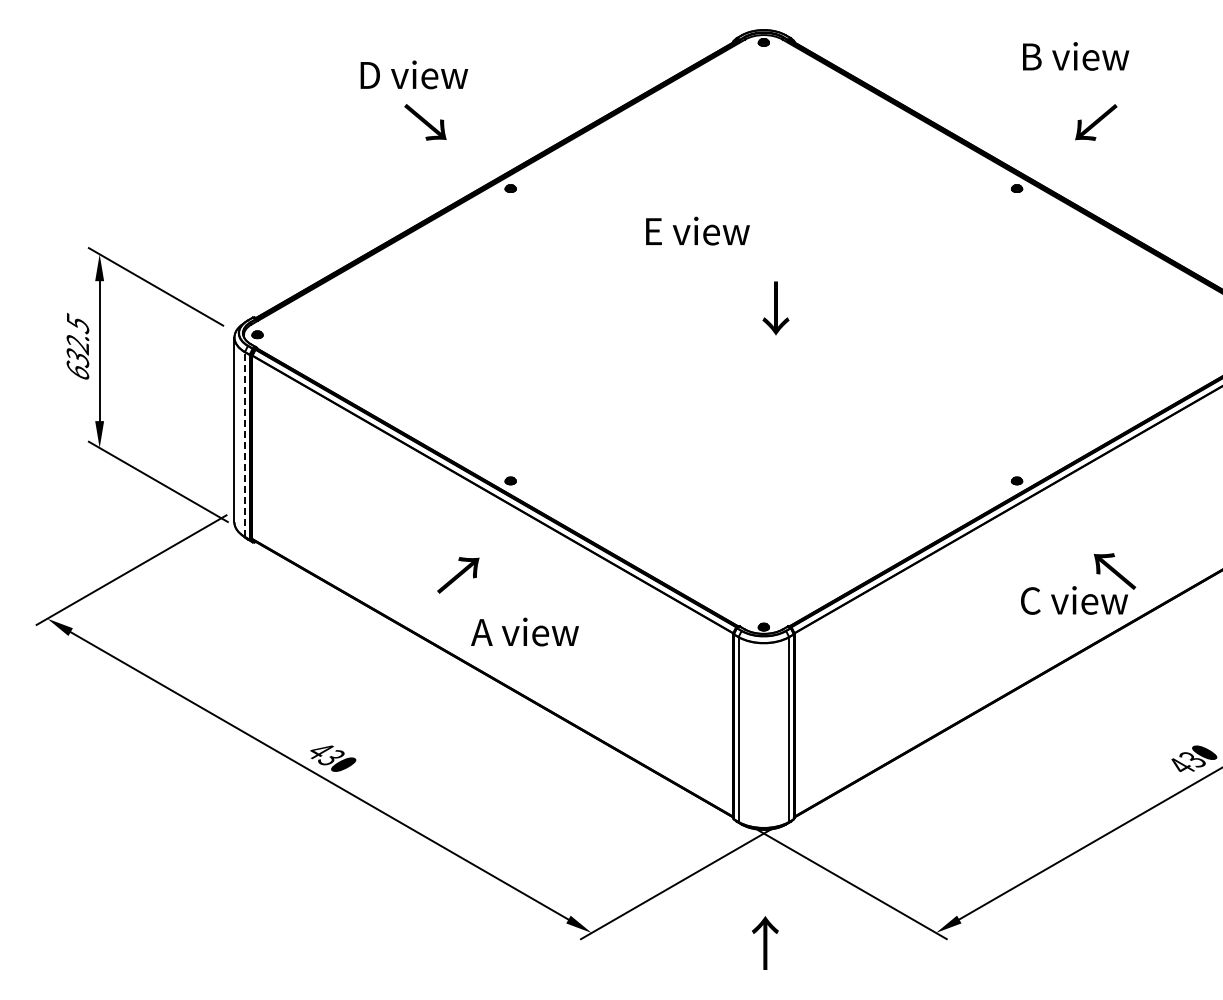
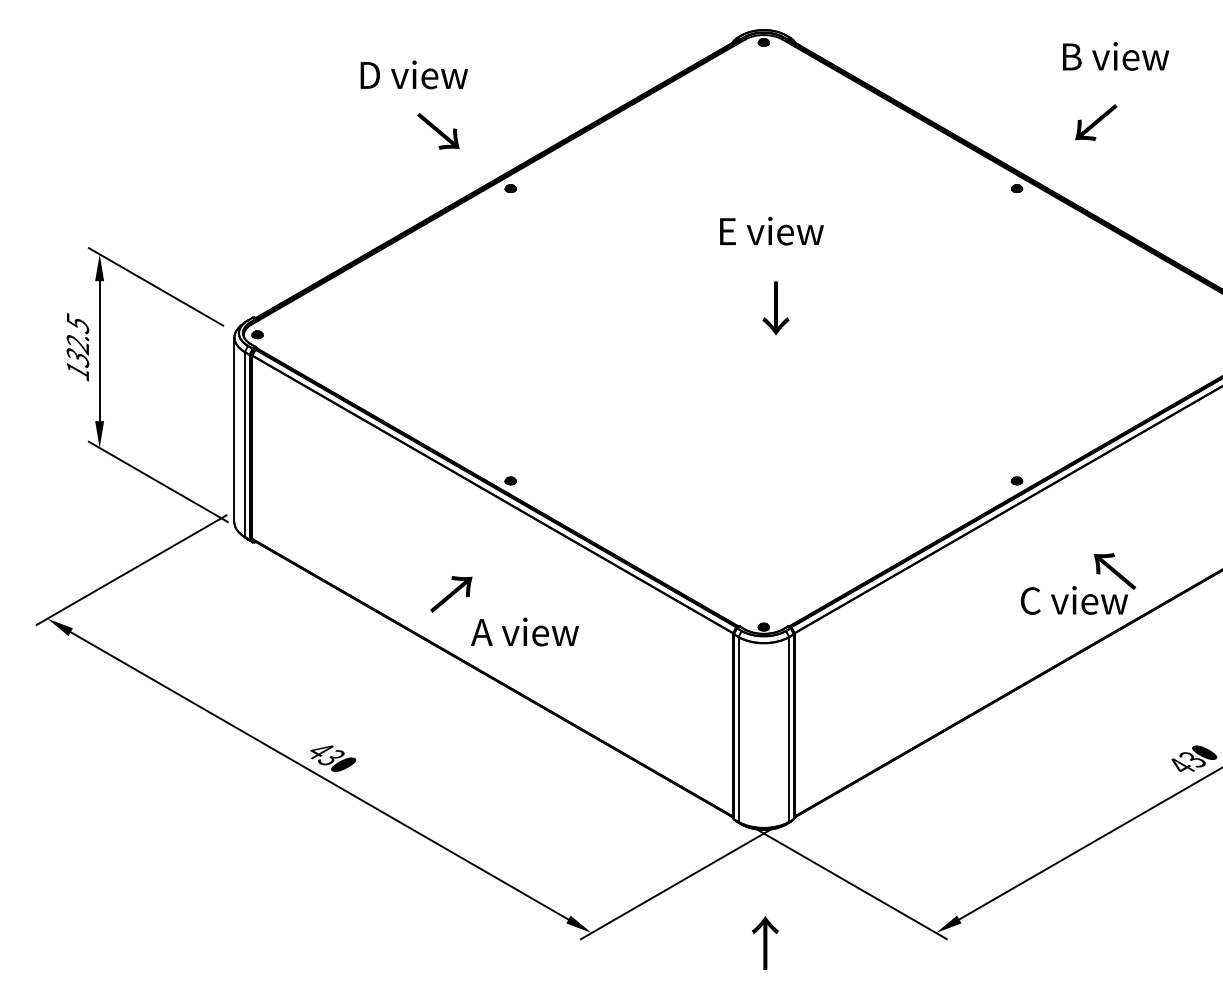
text at (1076, 56) position: (1076, 56) -> (1116, 56)
text at (425, 122) position: (425, 122) -> (438, 131)
text at (697, 230) position: (697, 230) -> (771, 230)
text at (77, 370): 632.5 -> 132.5
line at (244, 444): dashed -> solid
text at (458, 575) position: (458, 575) -> (451, 594)
